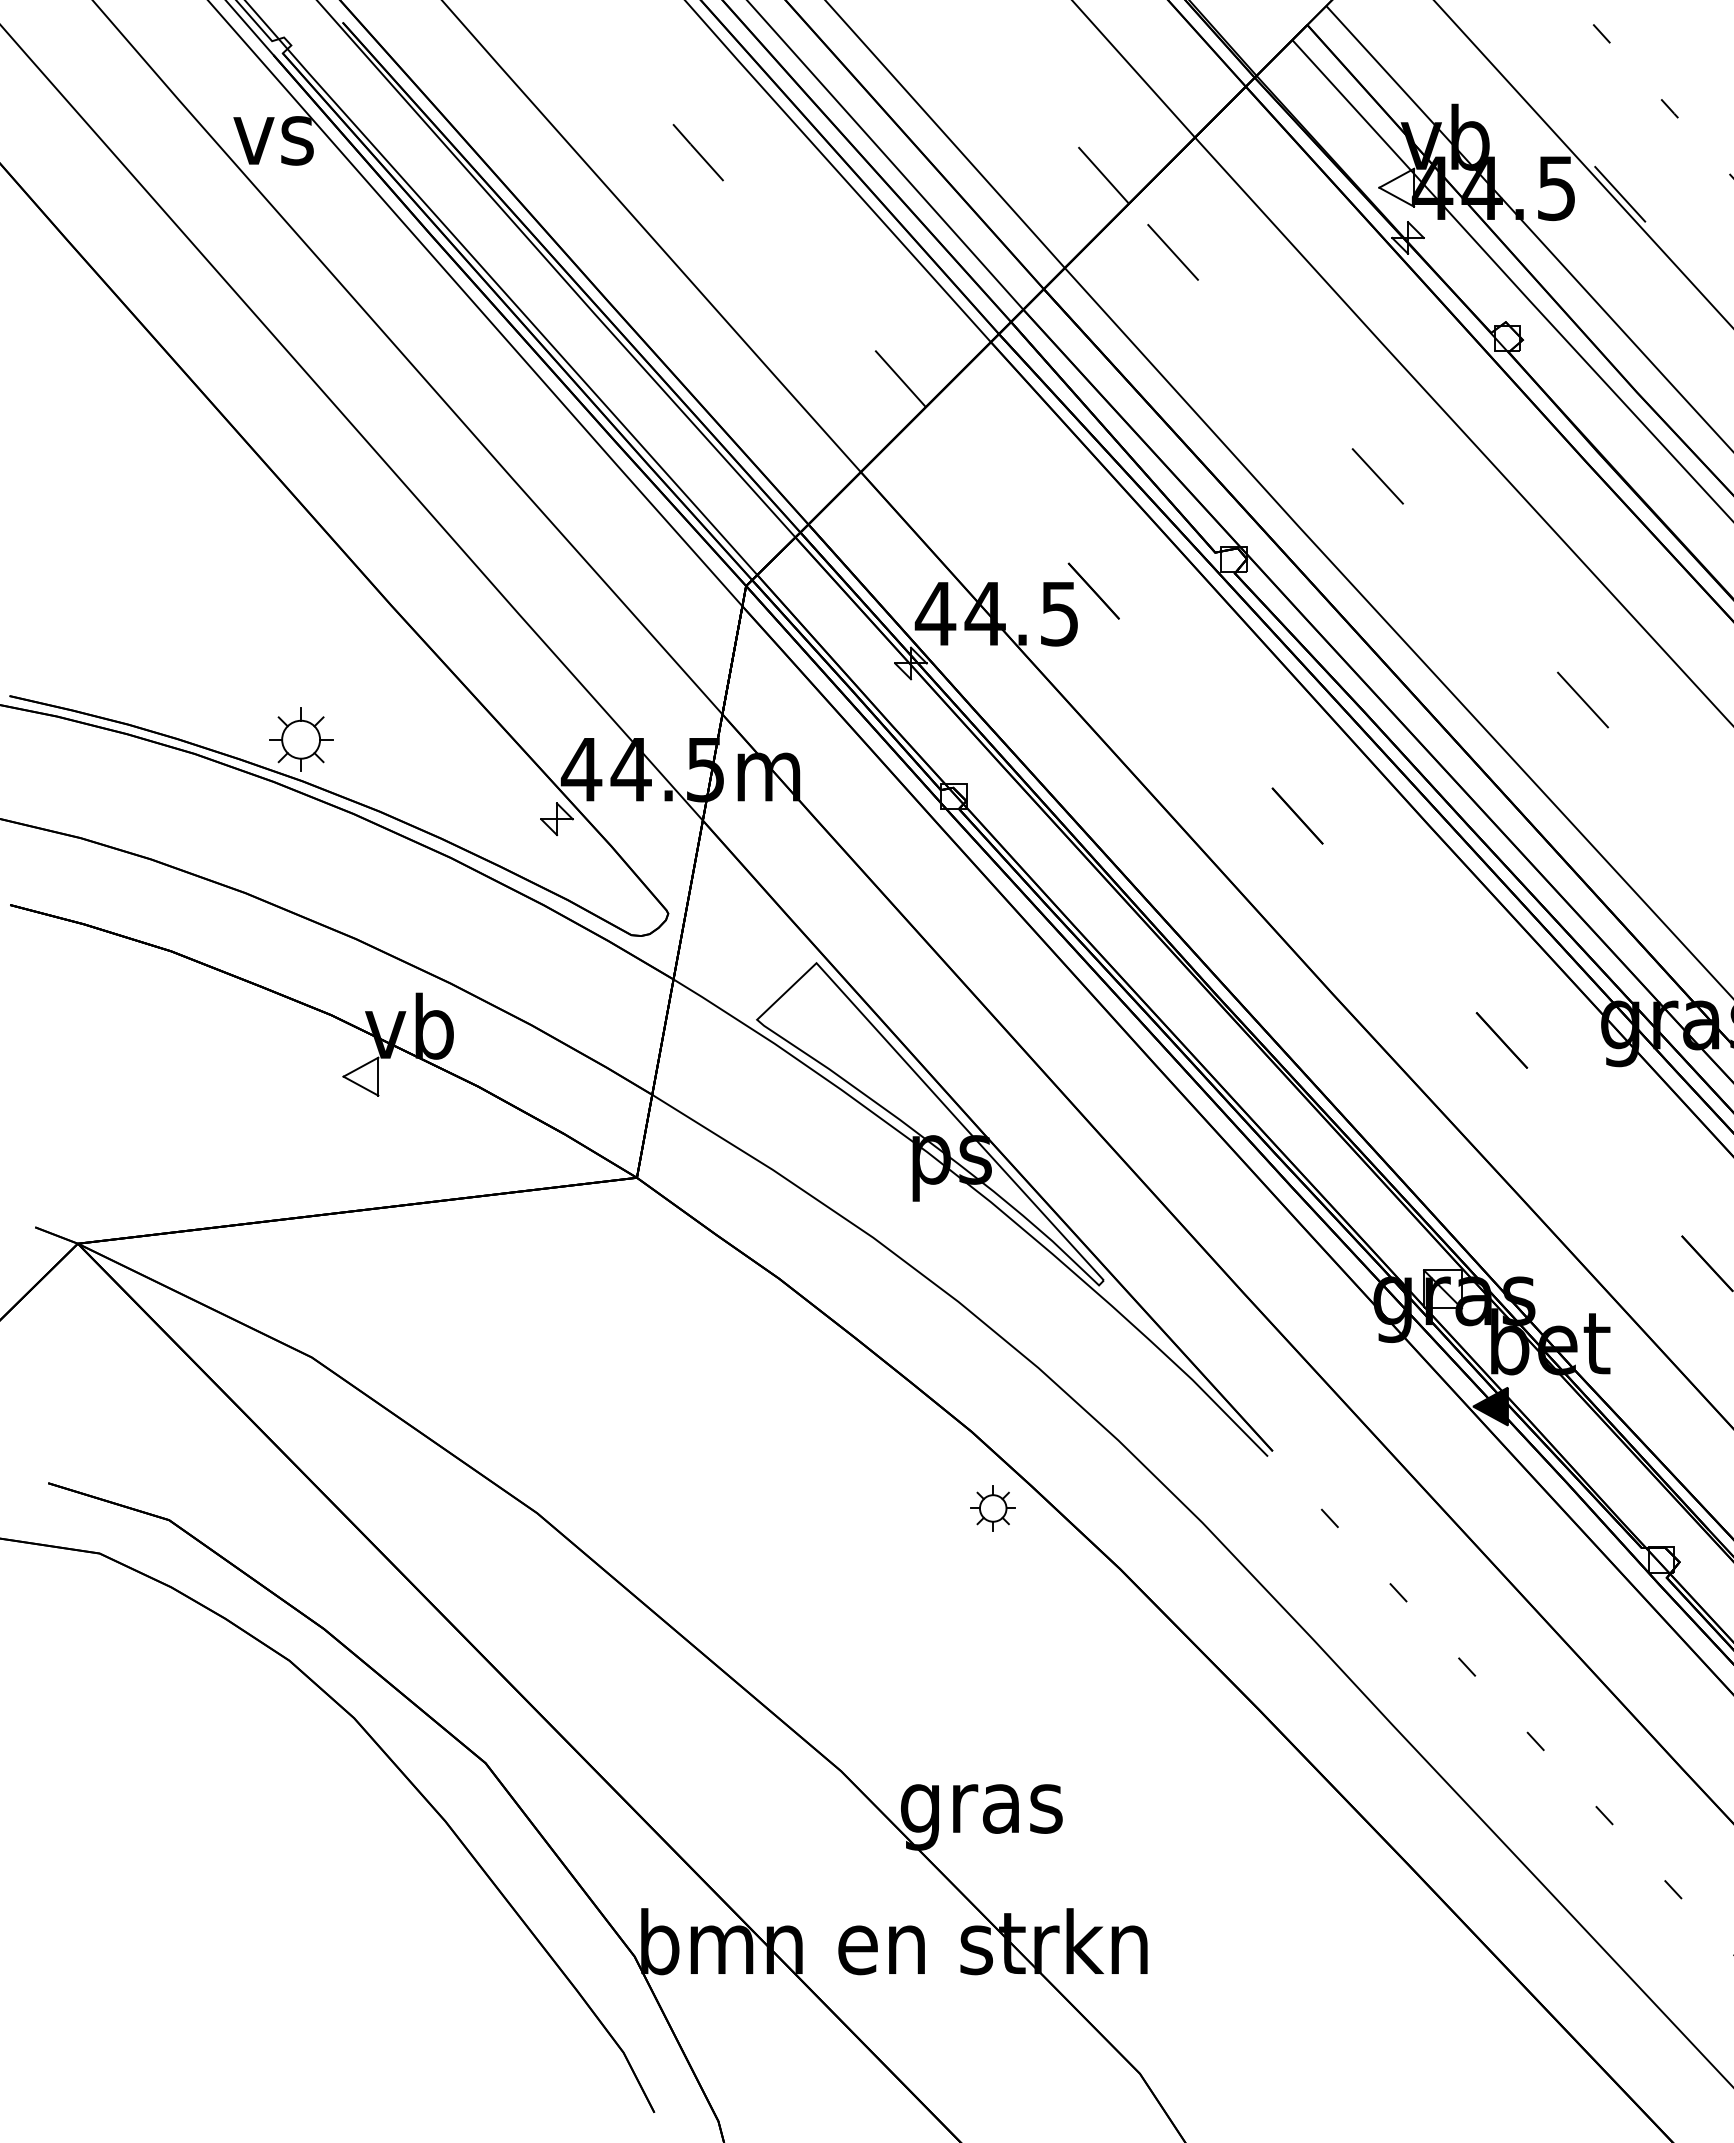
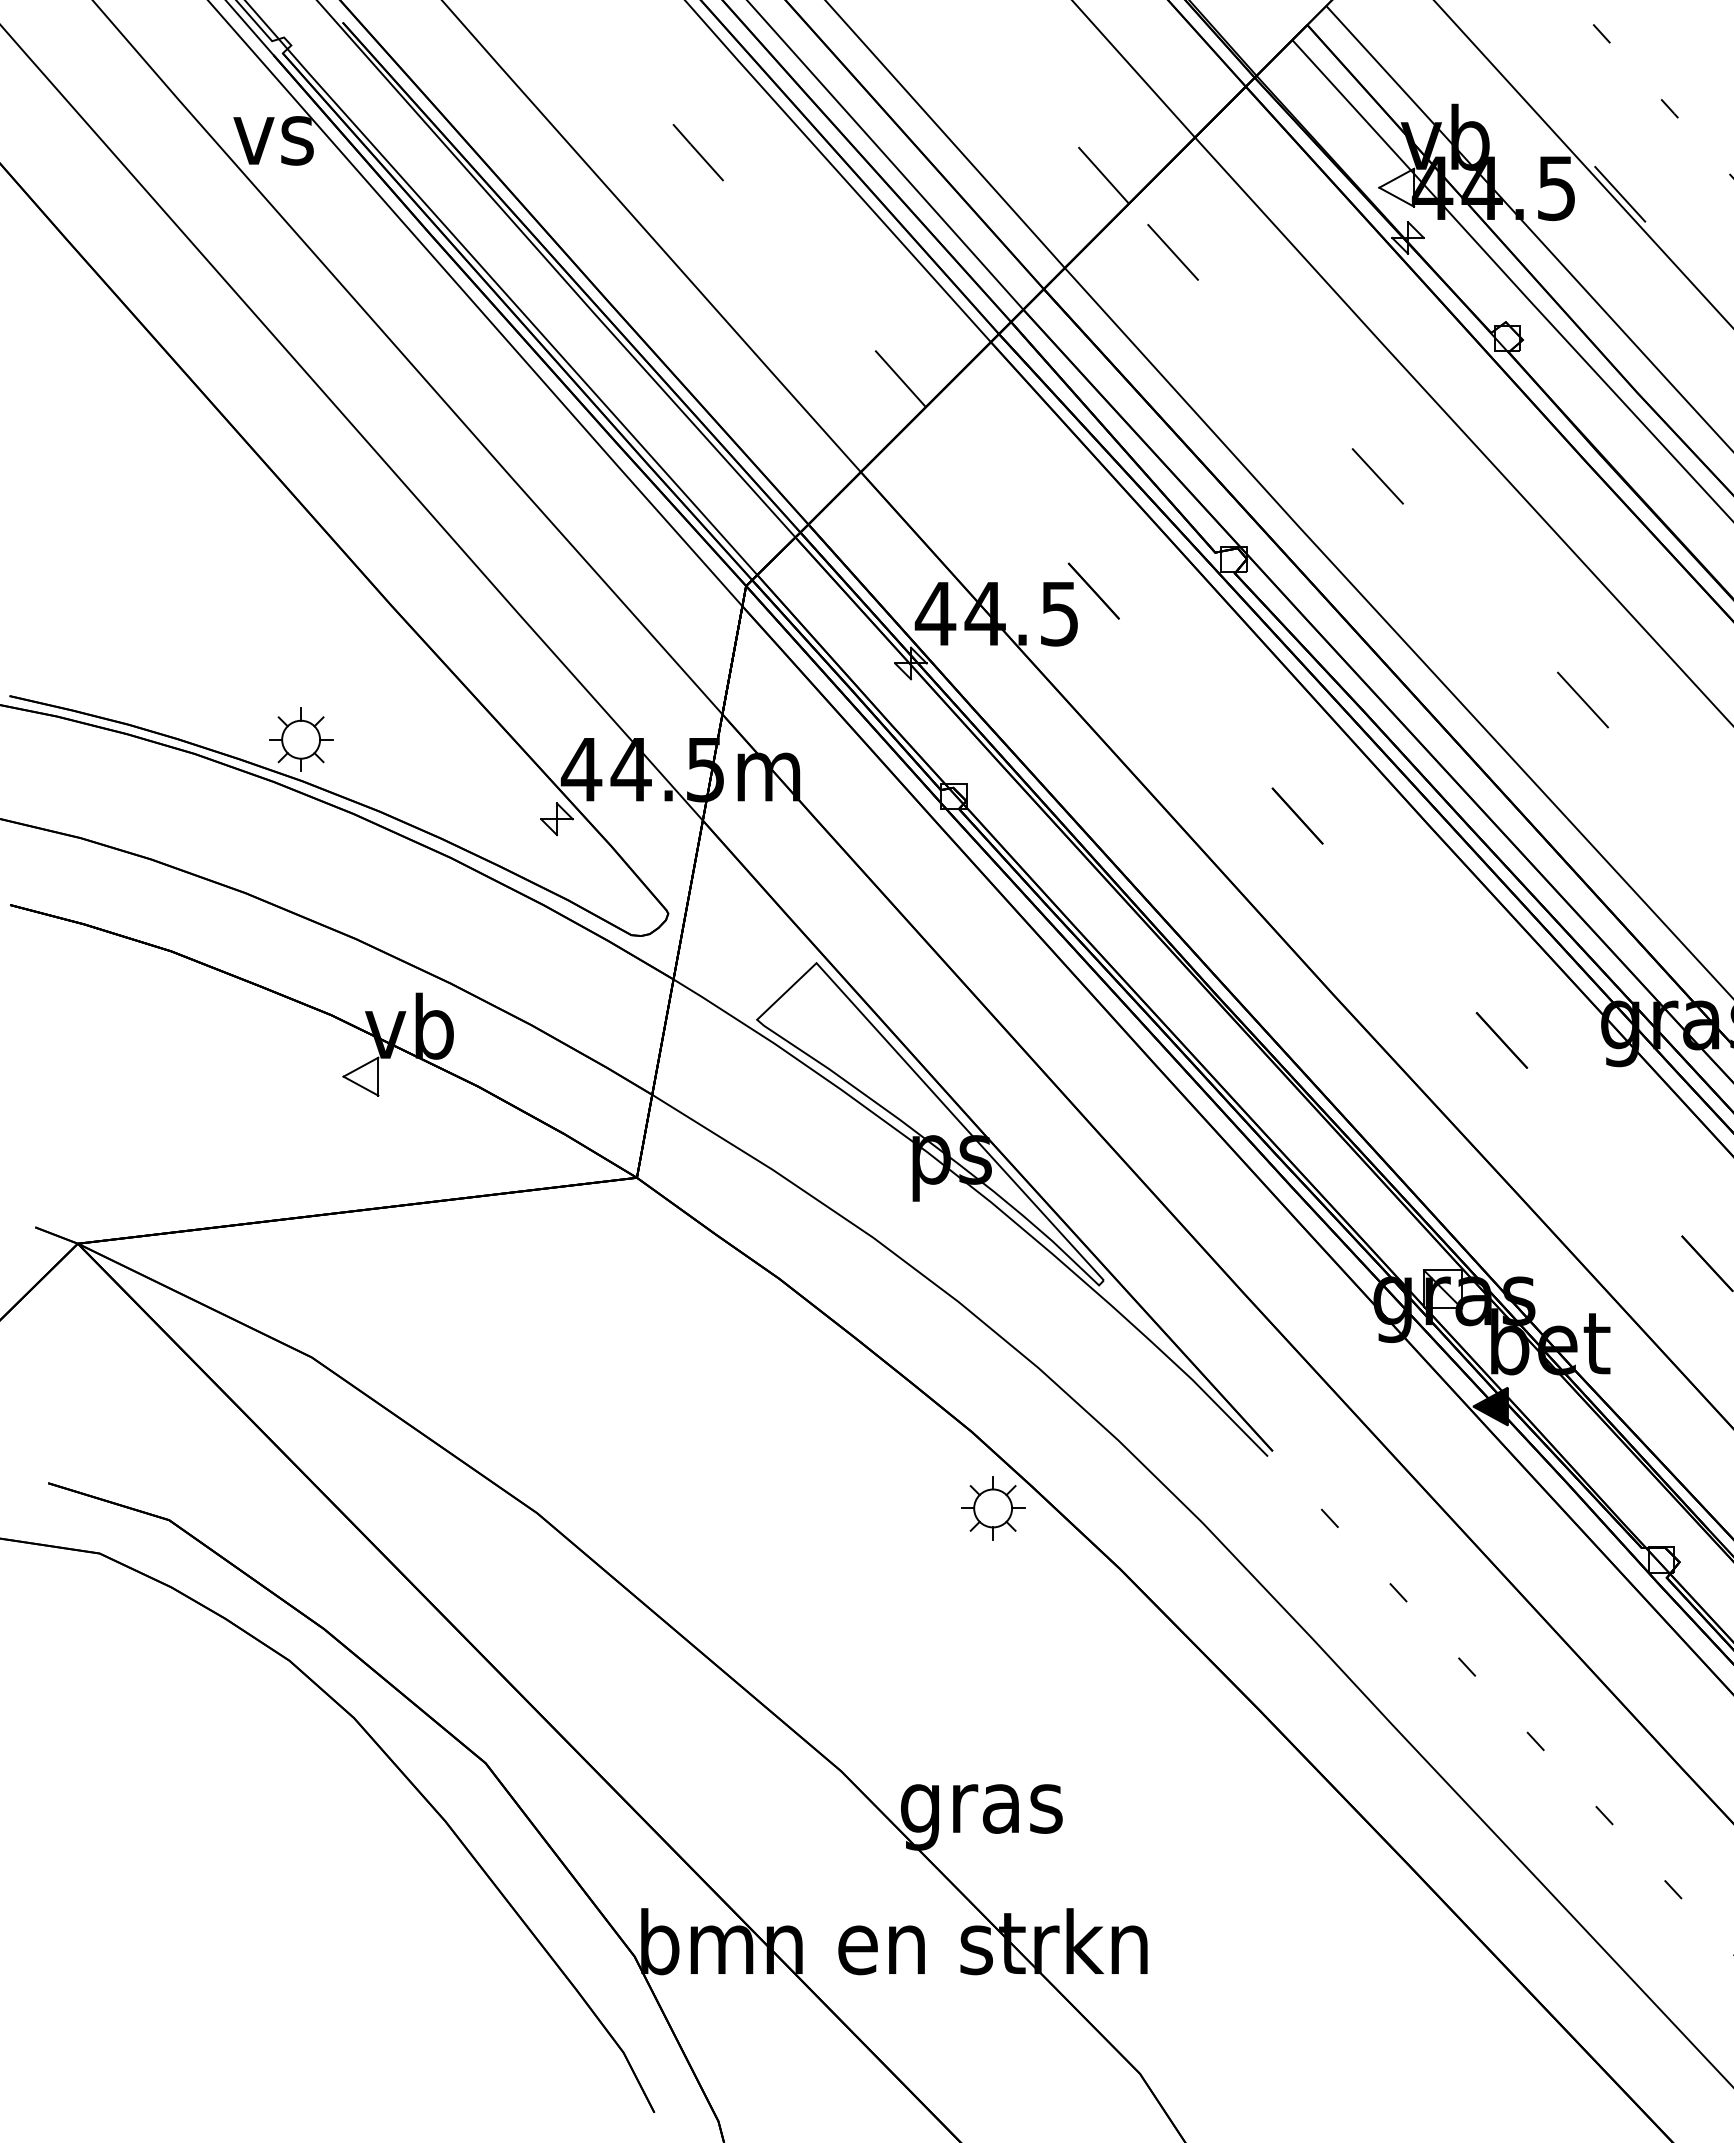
part at (992, 1508) size: 46x47 px -> 65x65 px
